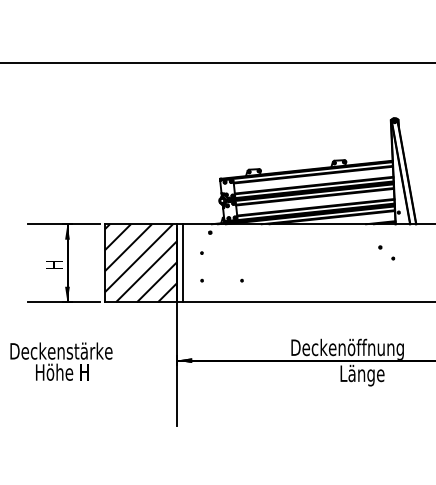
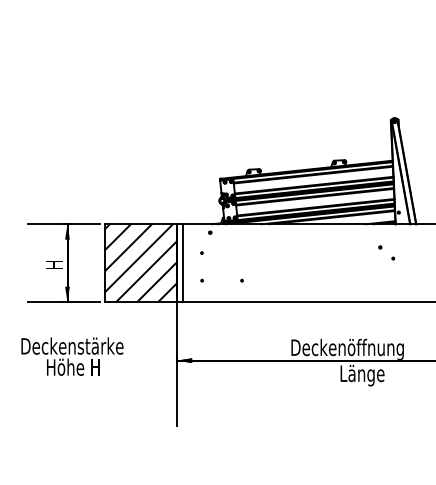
line at (217, 63): present -> none
text at (61, 361) position: (61, 361) -> (72, 356)
